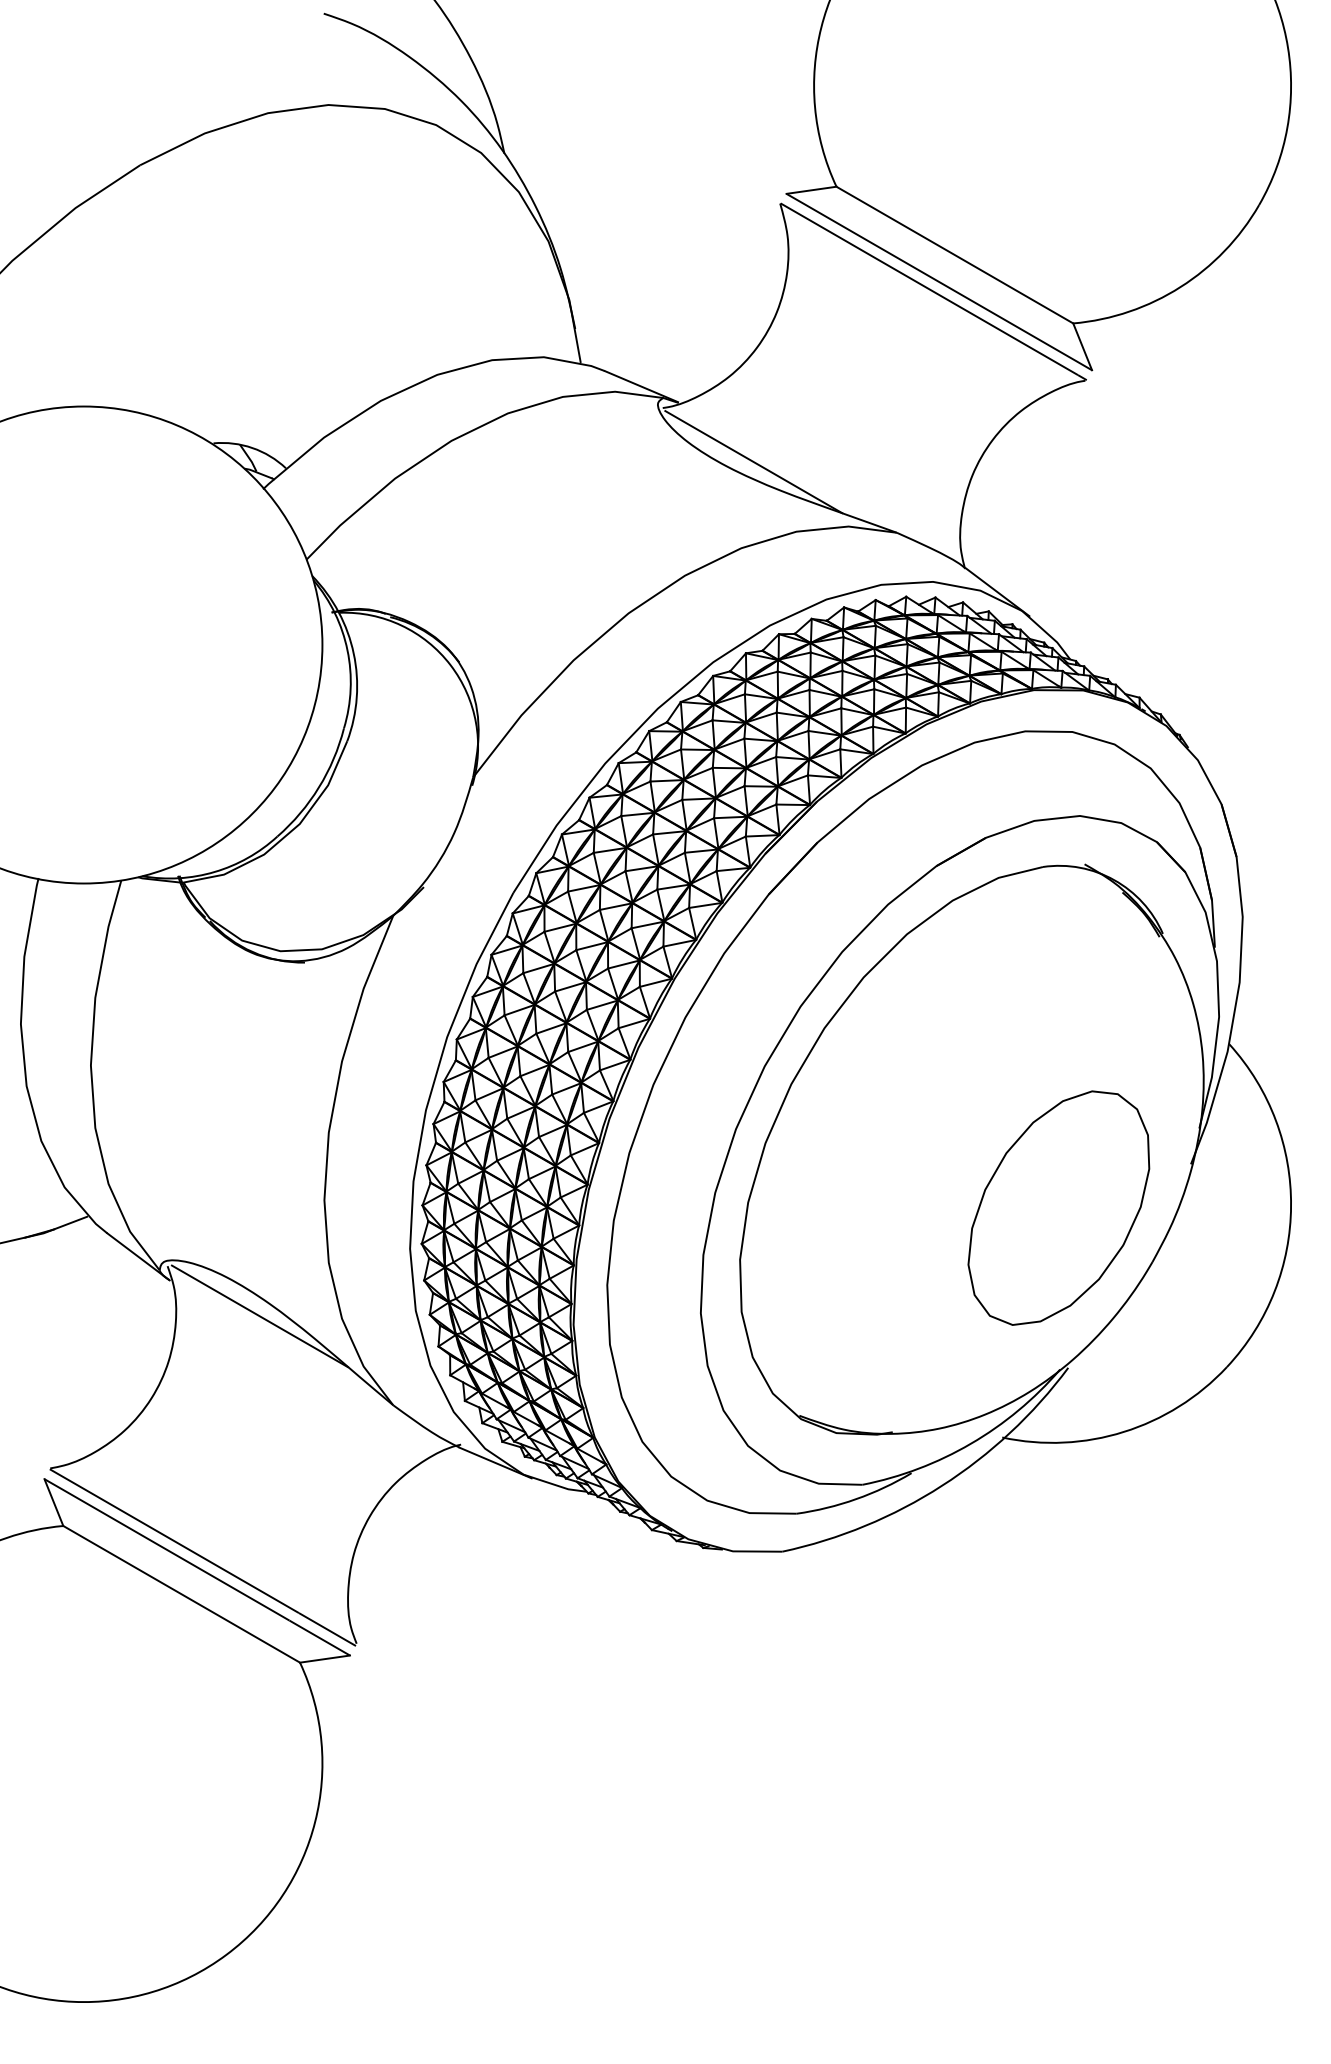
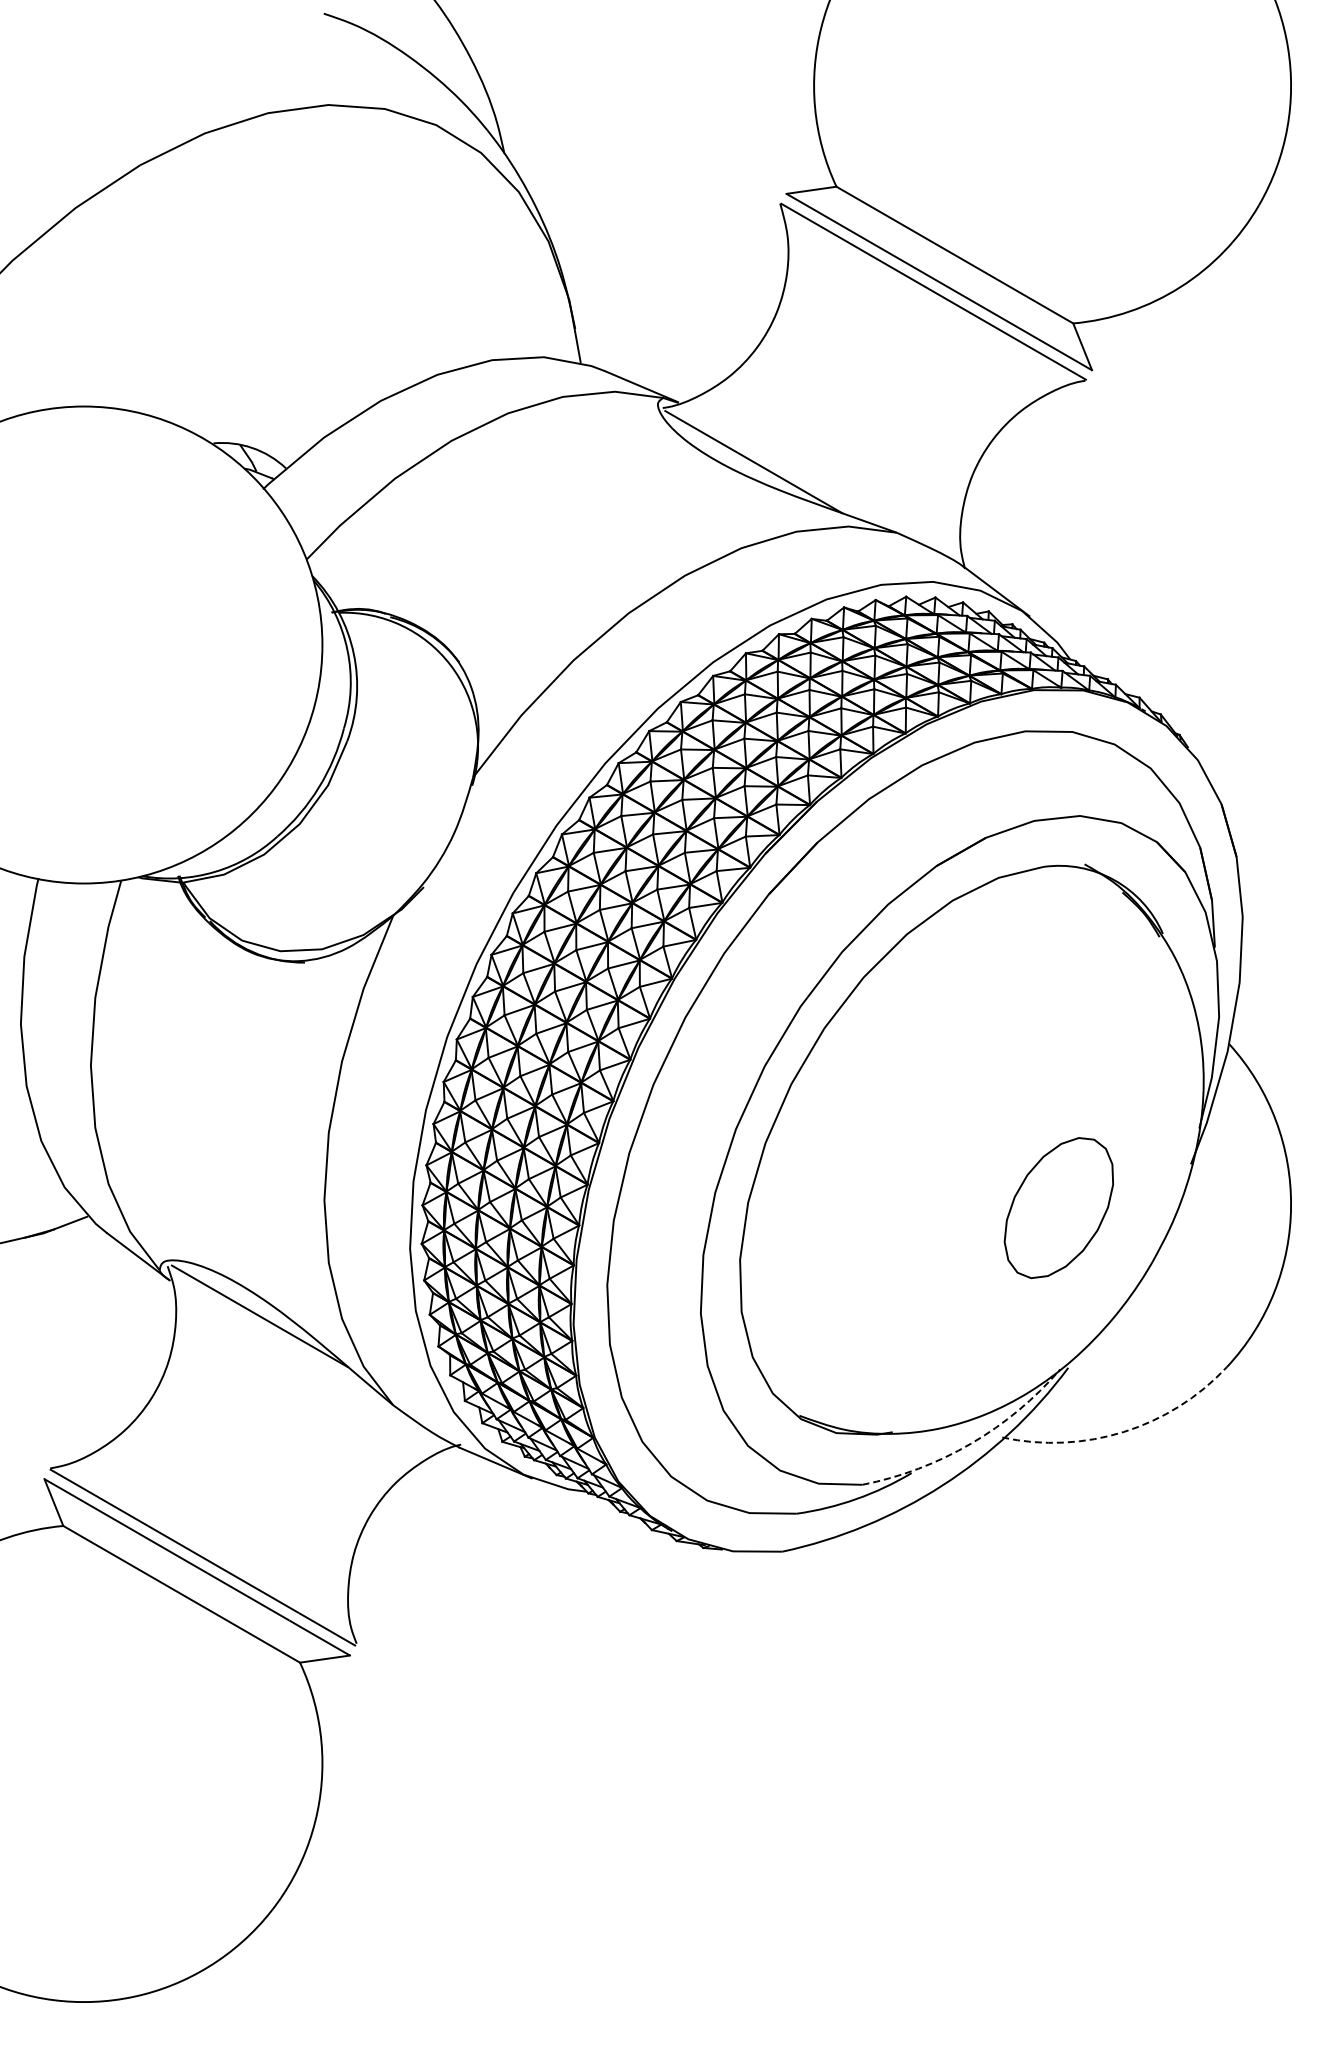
part at (1058, 1207) size: 184x236 px -> 112x143 px
arc at (1123, 1431): solid -> dashed
arc at (970, 1443): solid -> dashed
